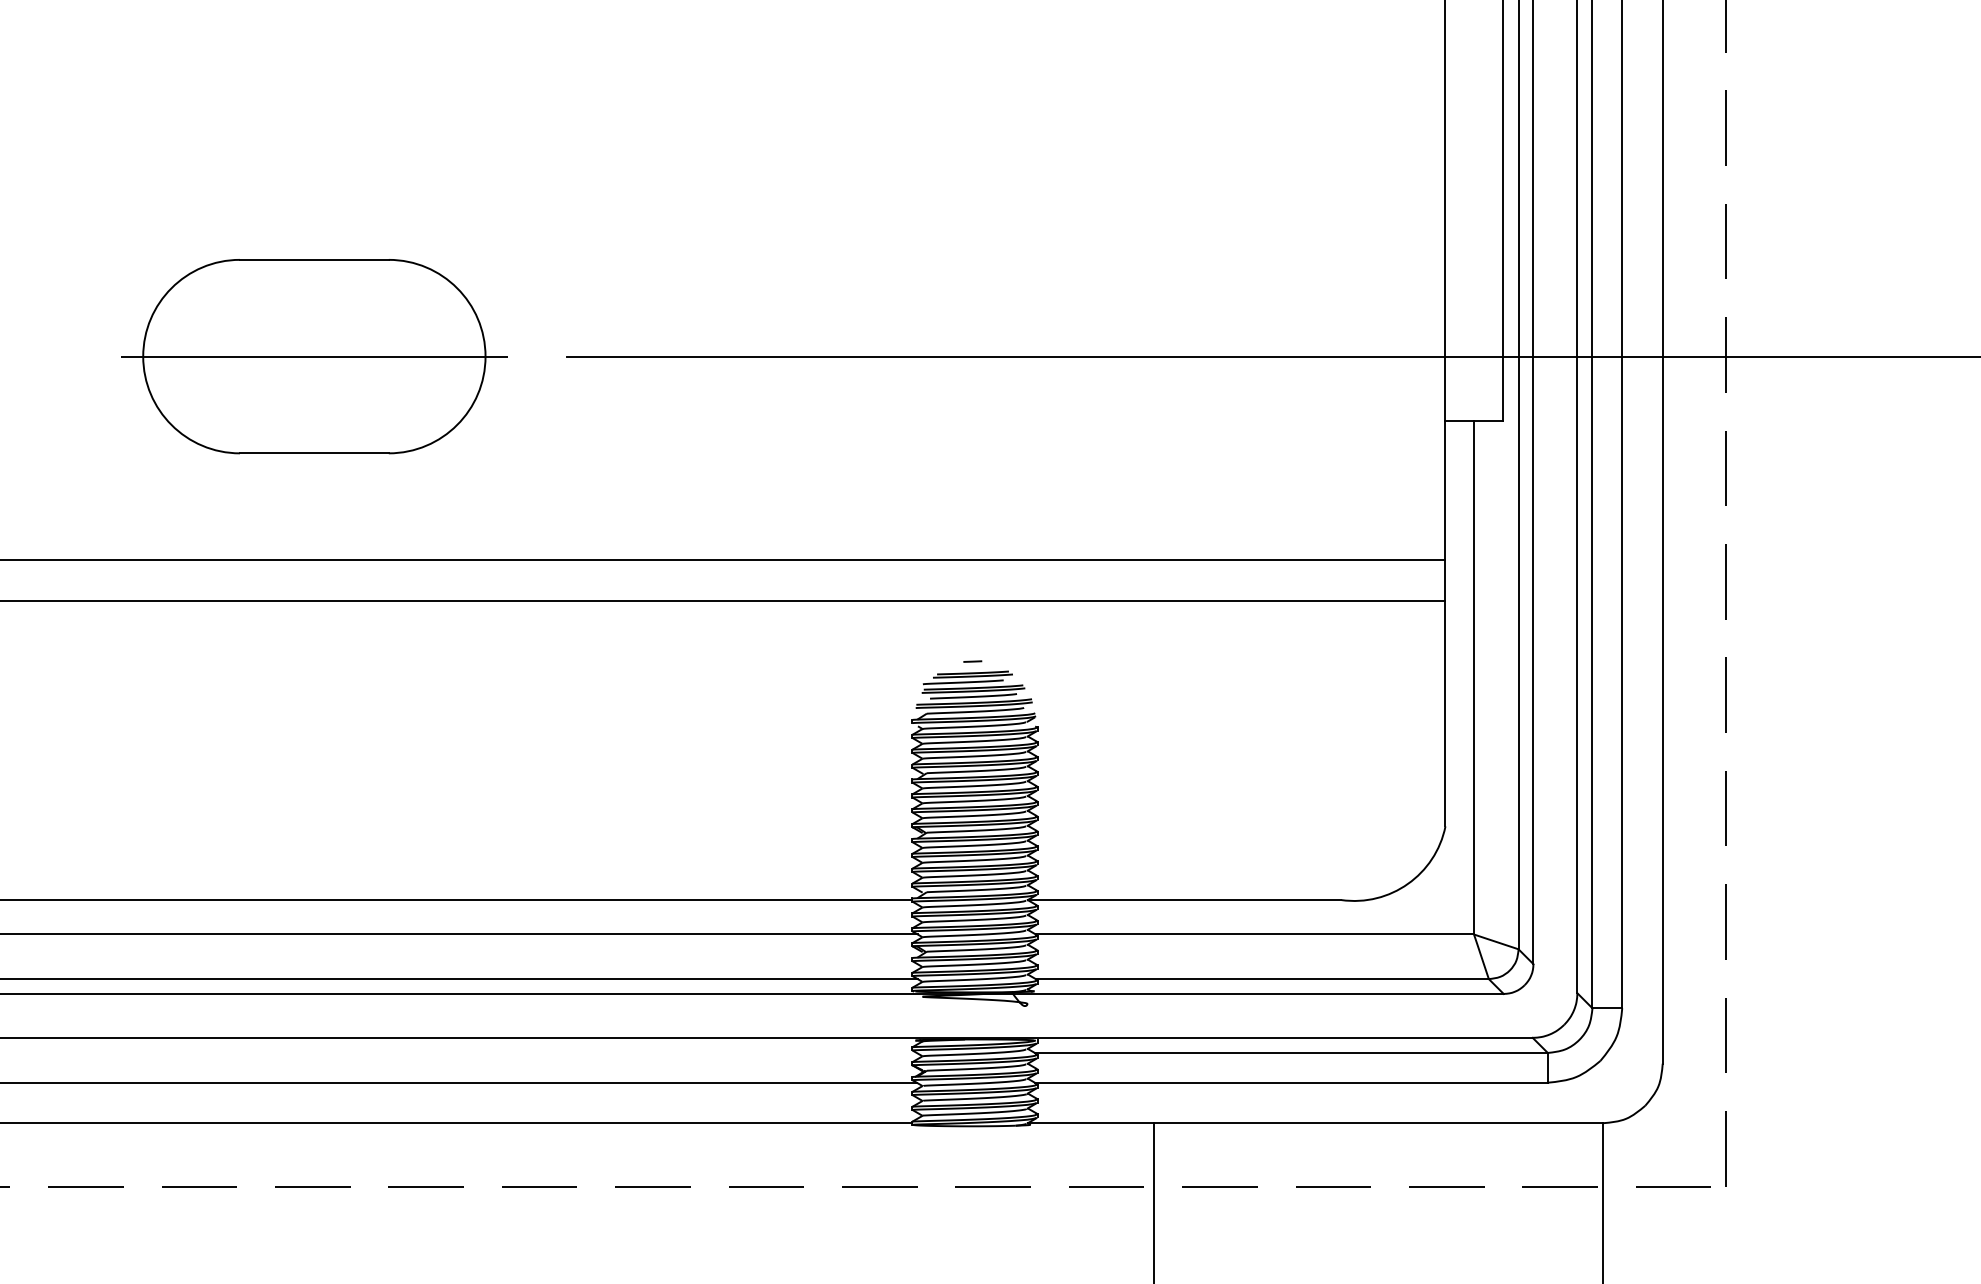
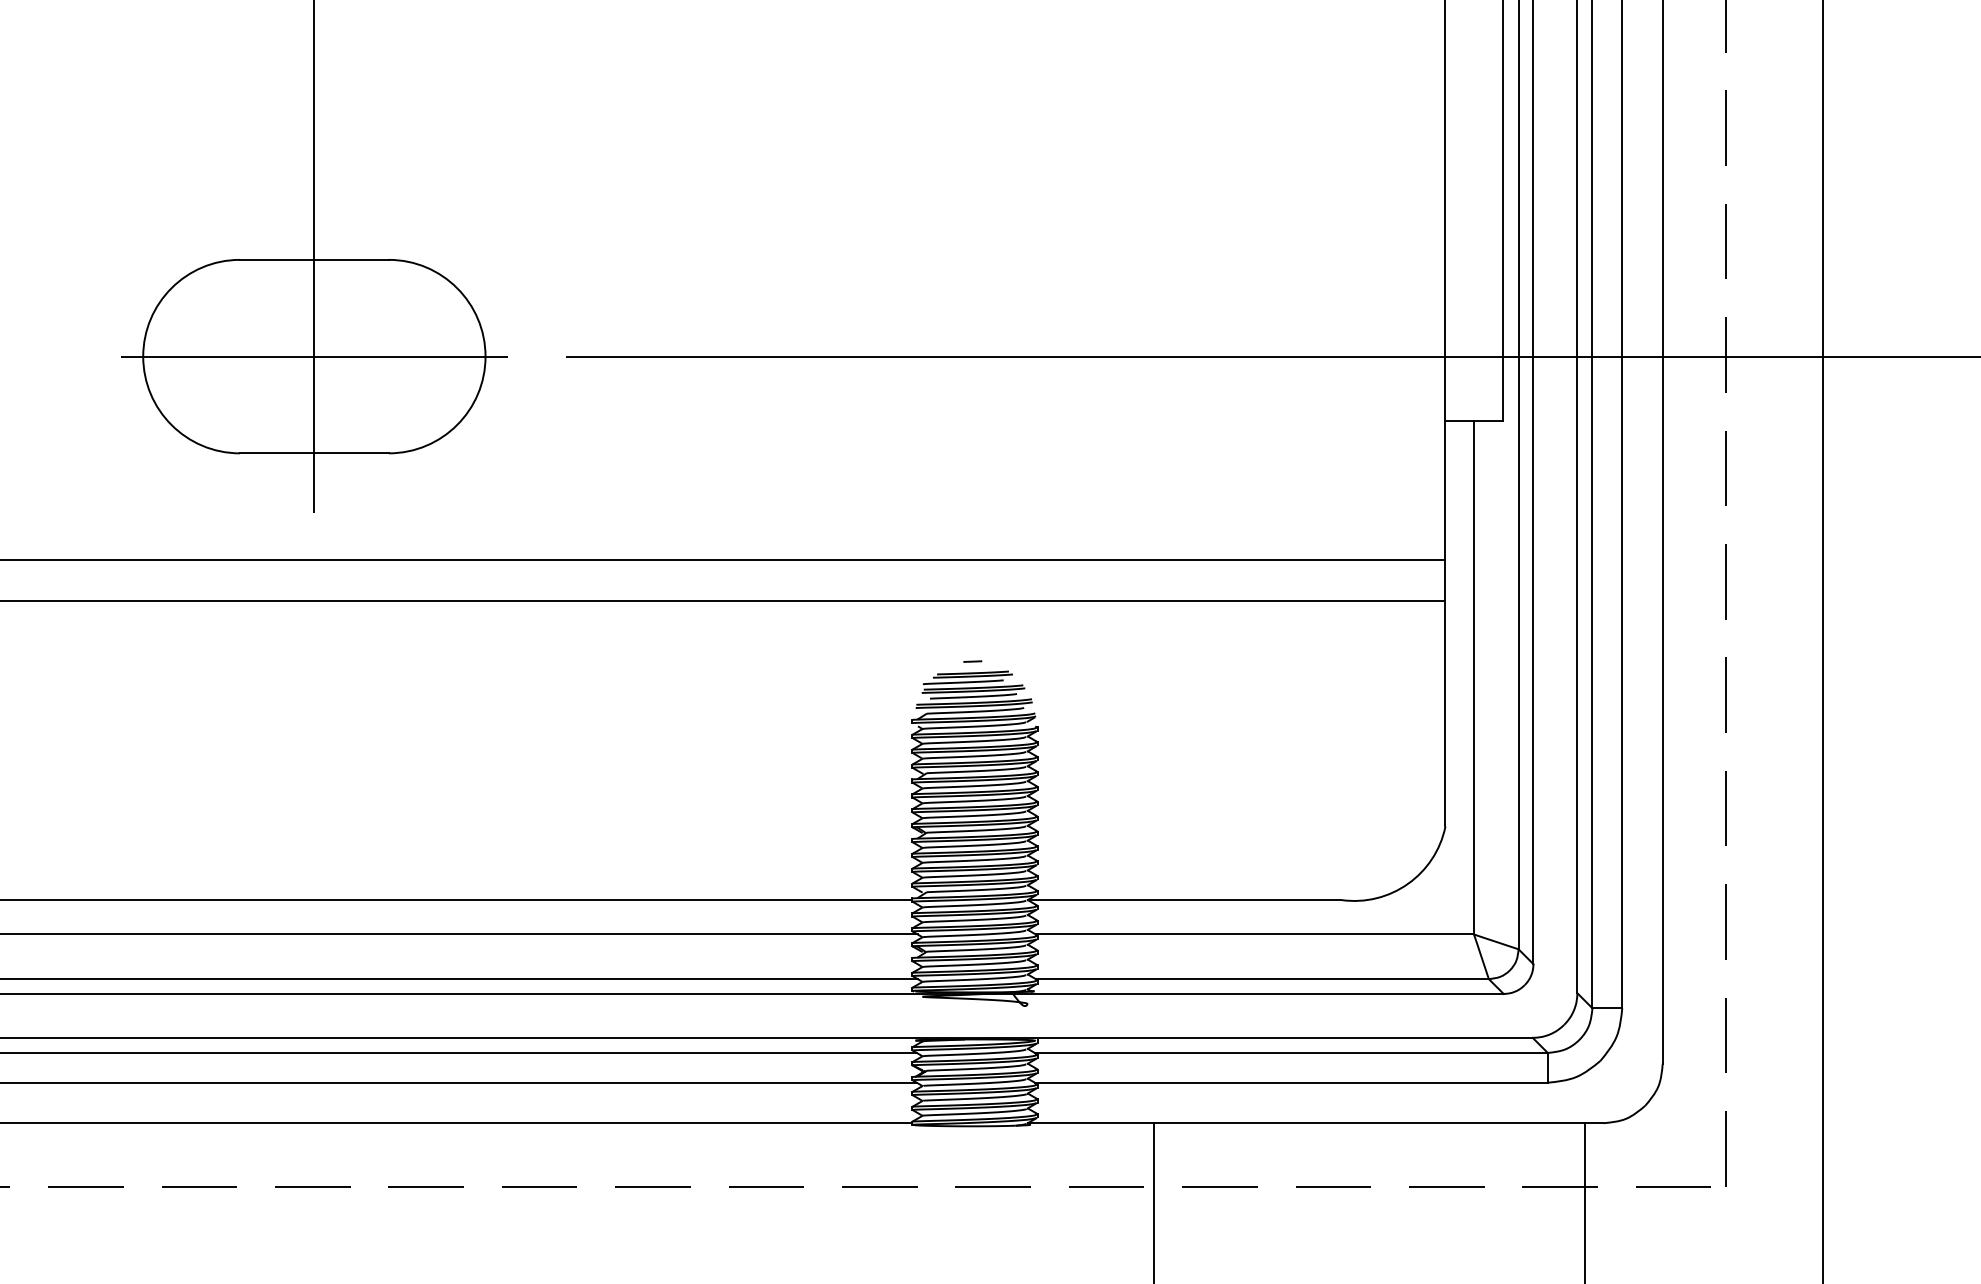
line at (314, 257): none -> present
line at (1823, 641): none -> present
line at (459, 1052): none -> present
line at (1603, 1201) position: (1603, 1201) -> (1585, 1201)
